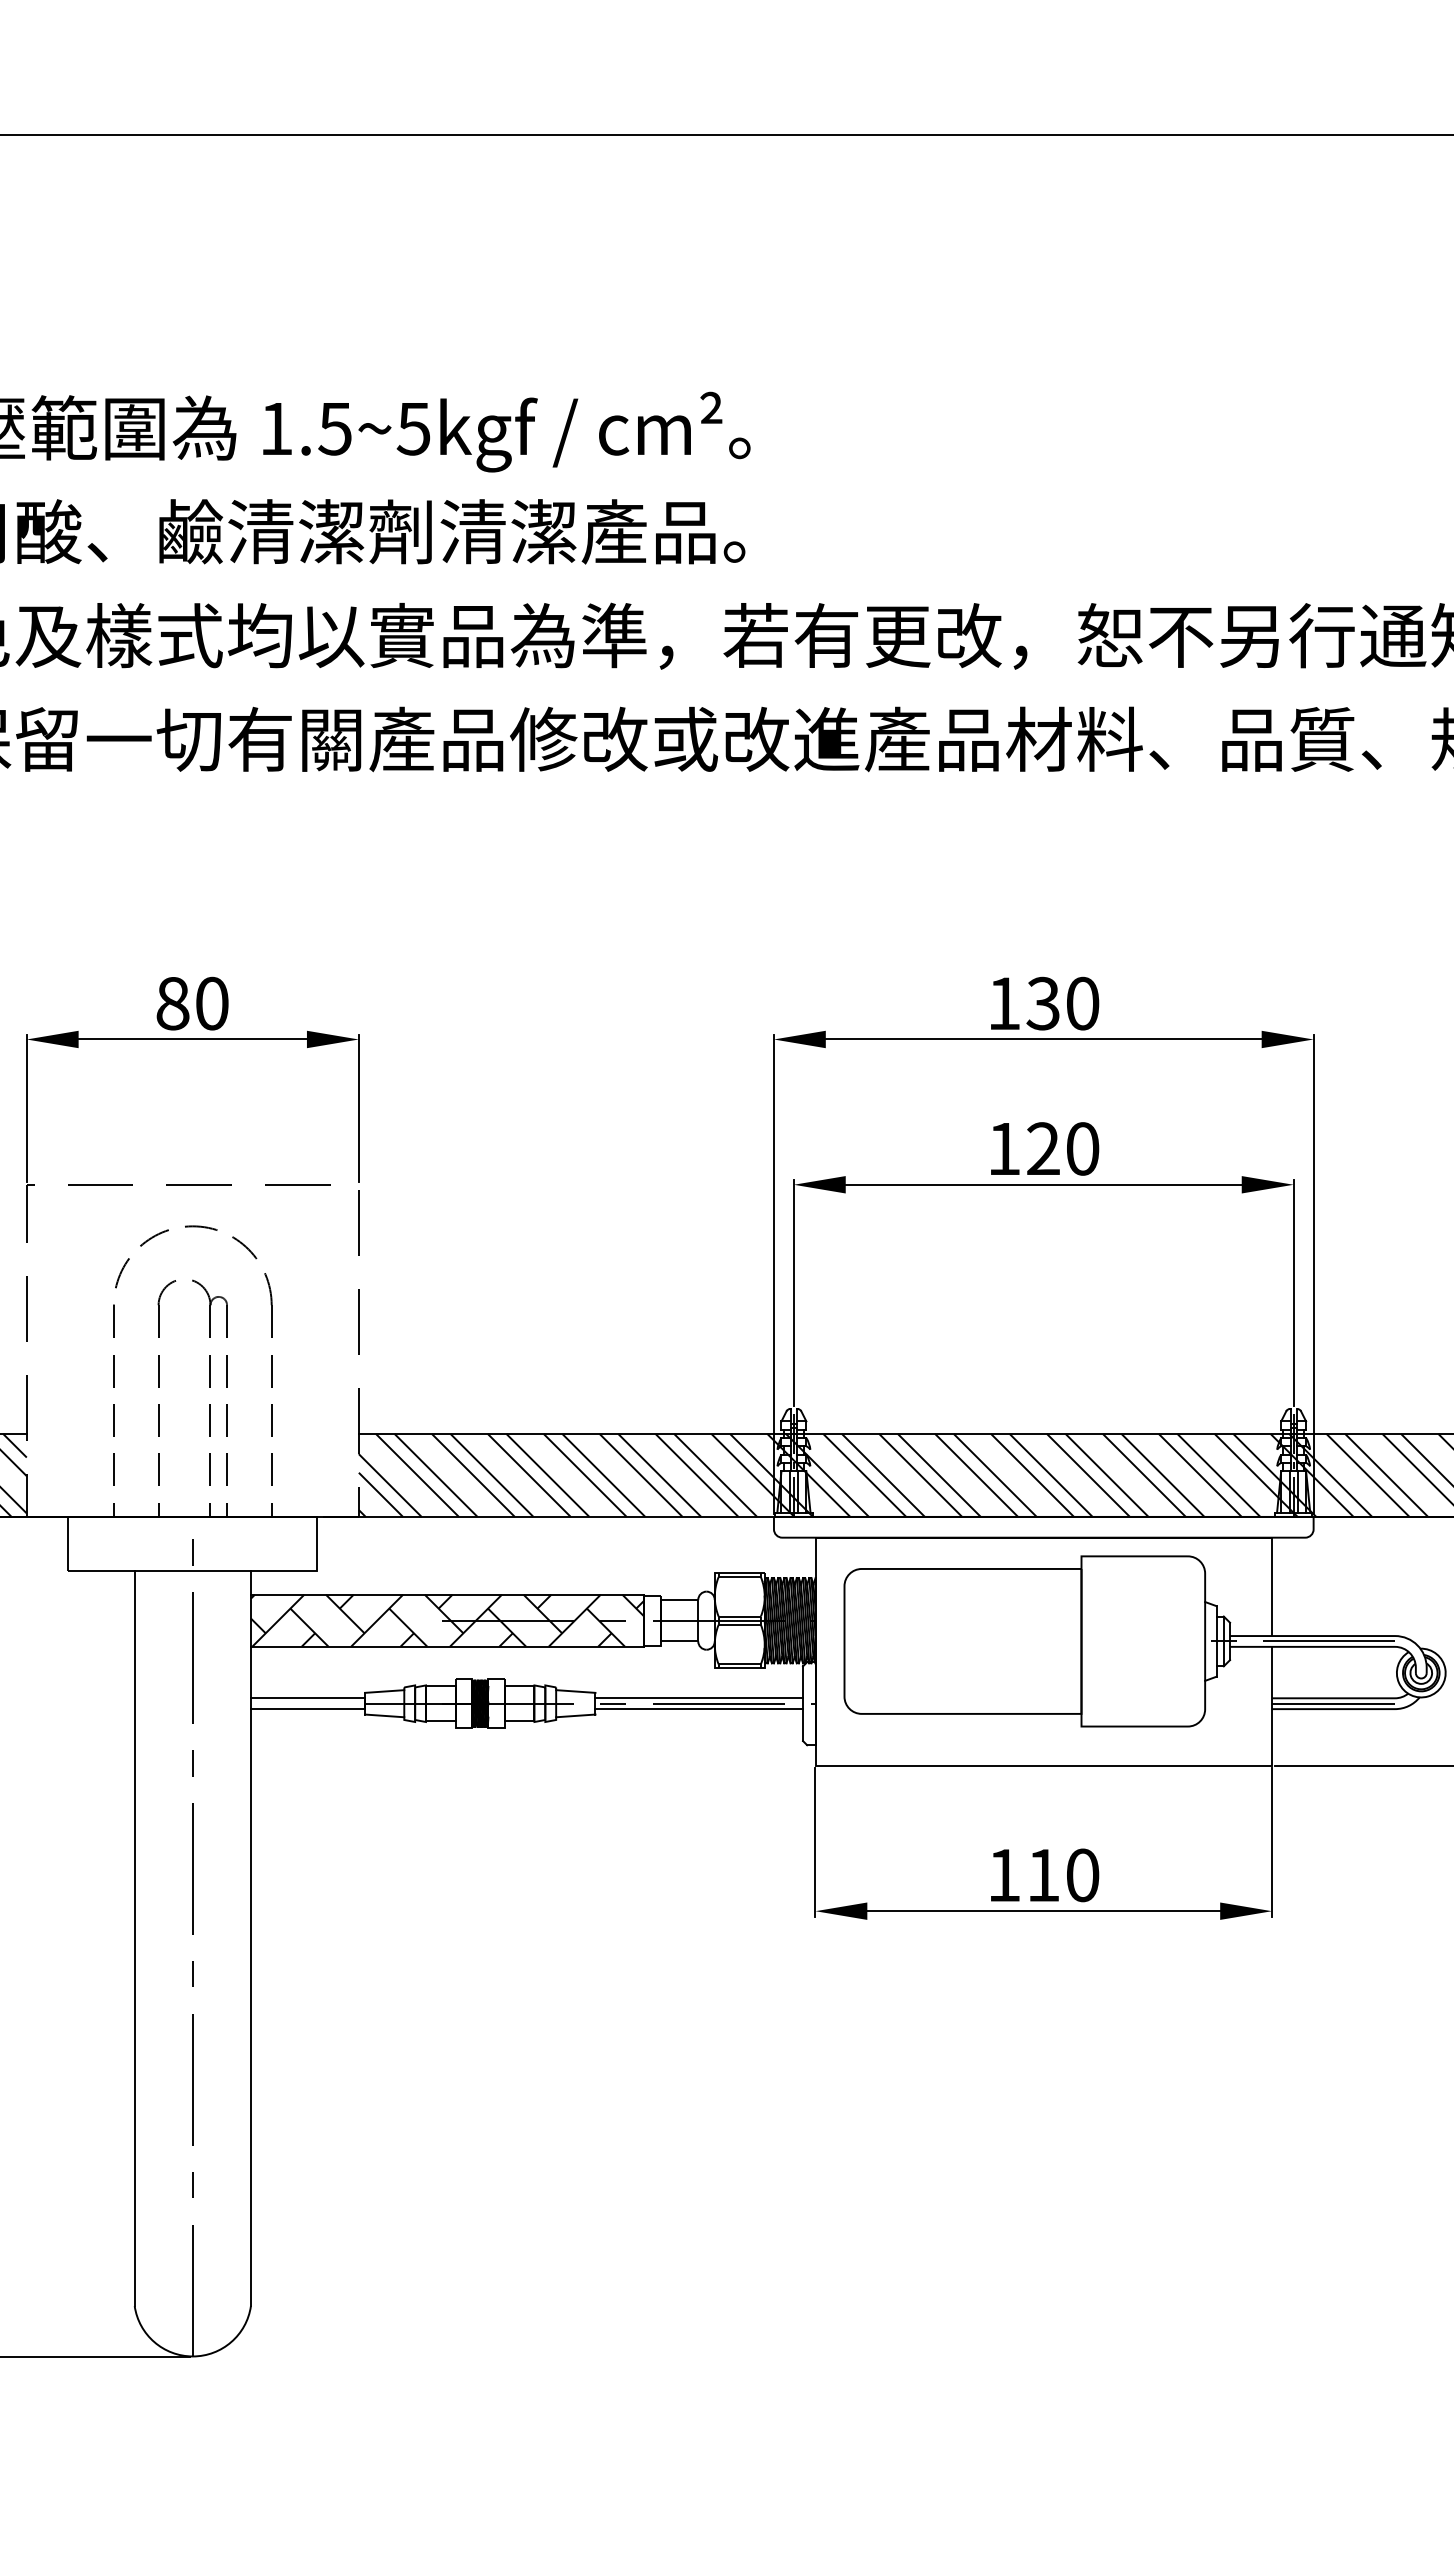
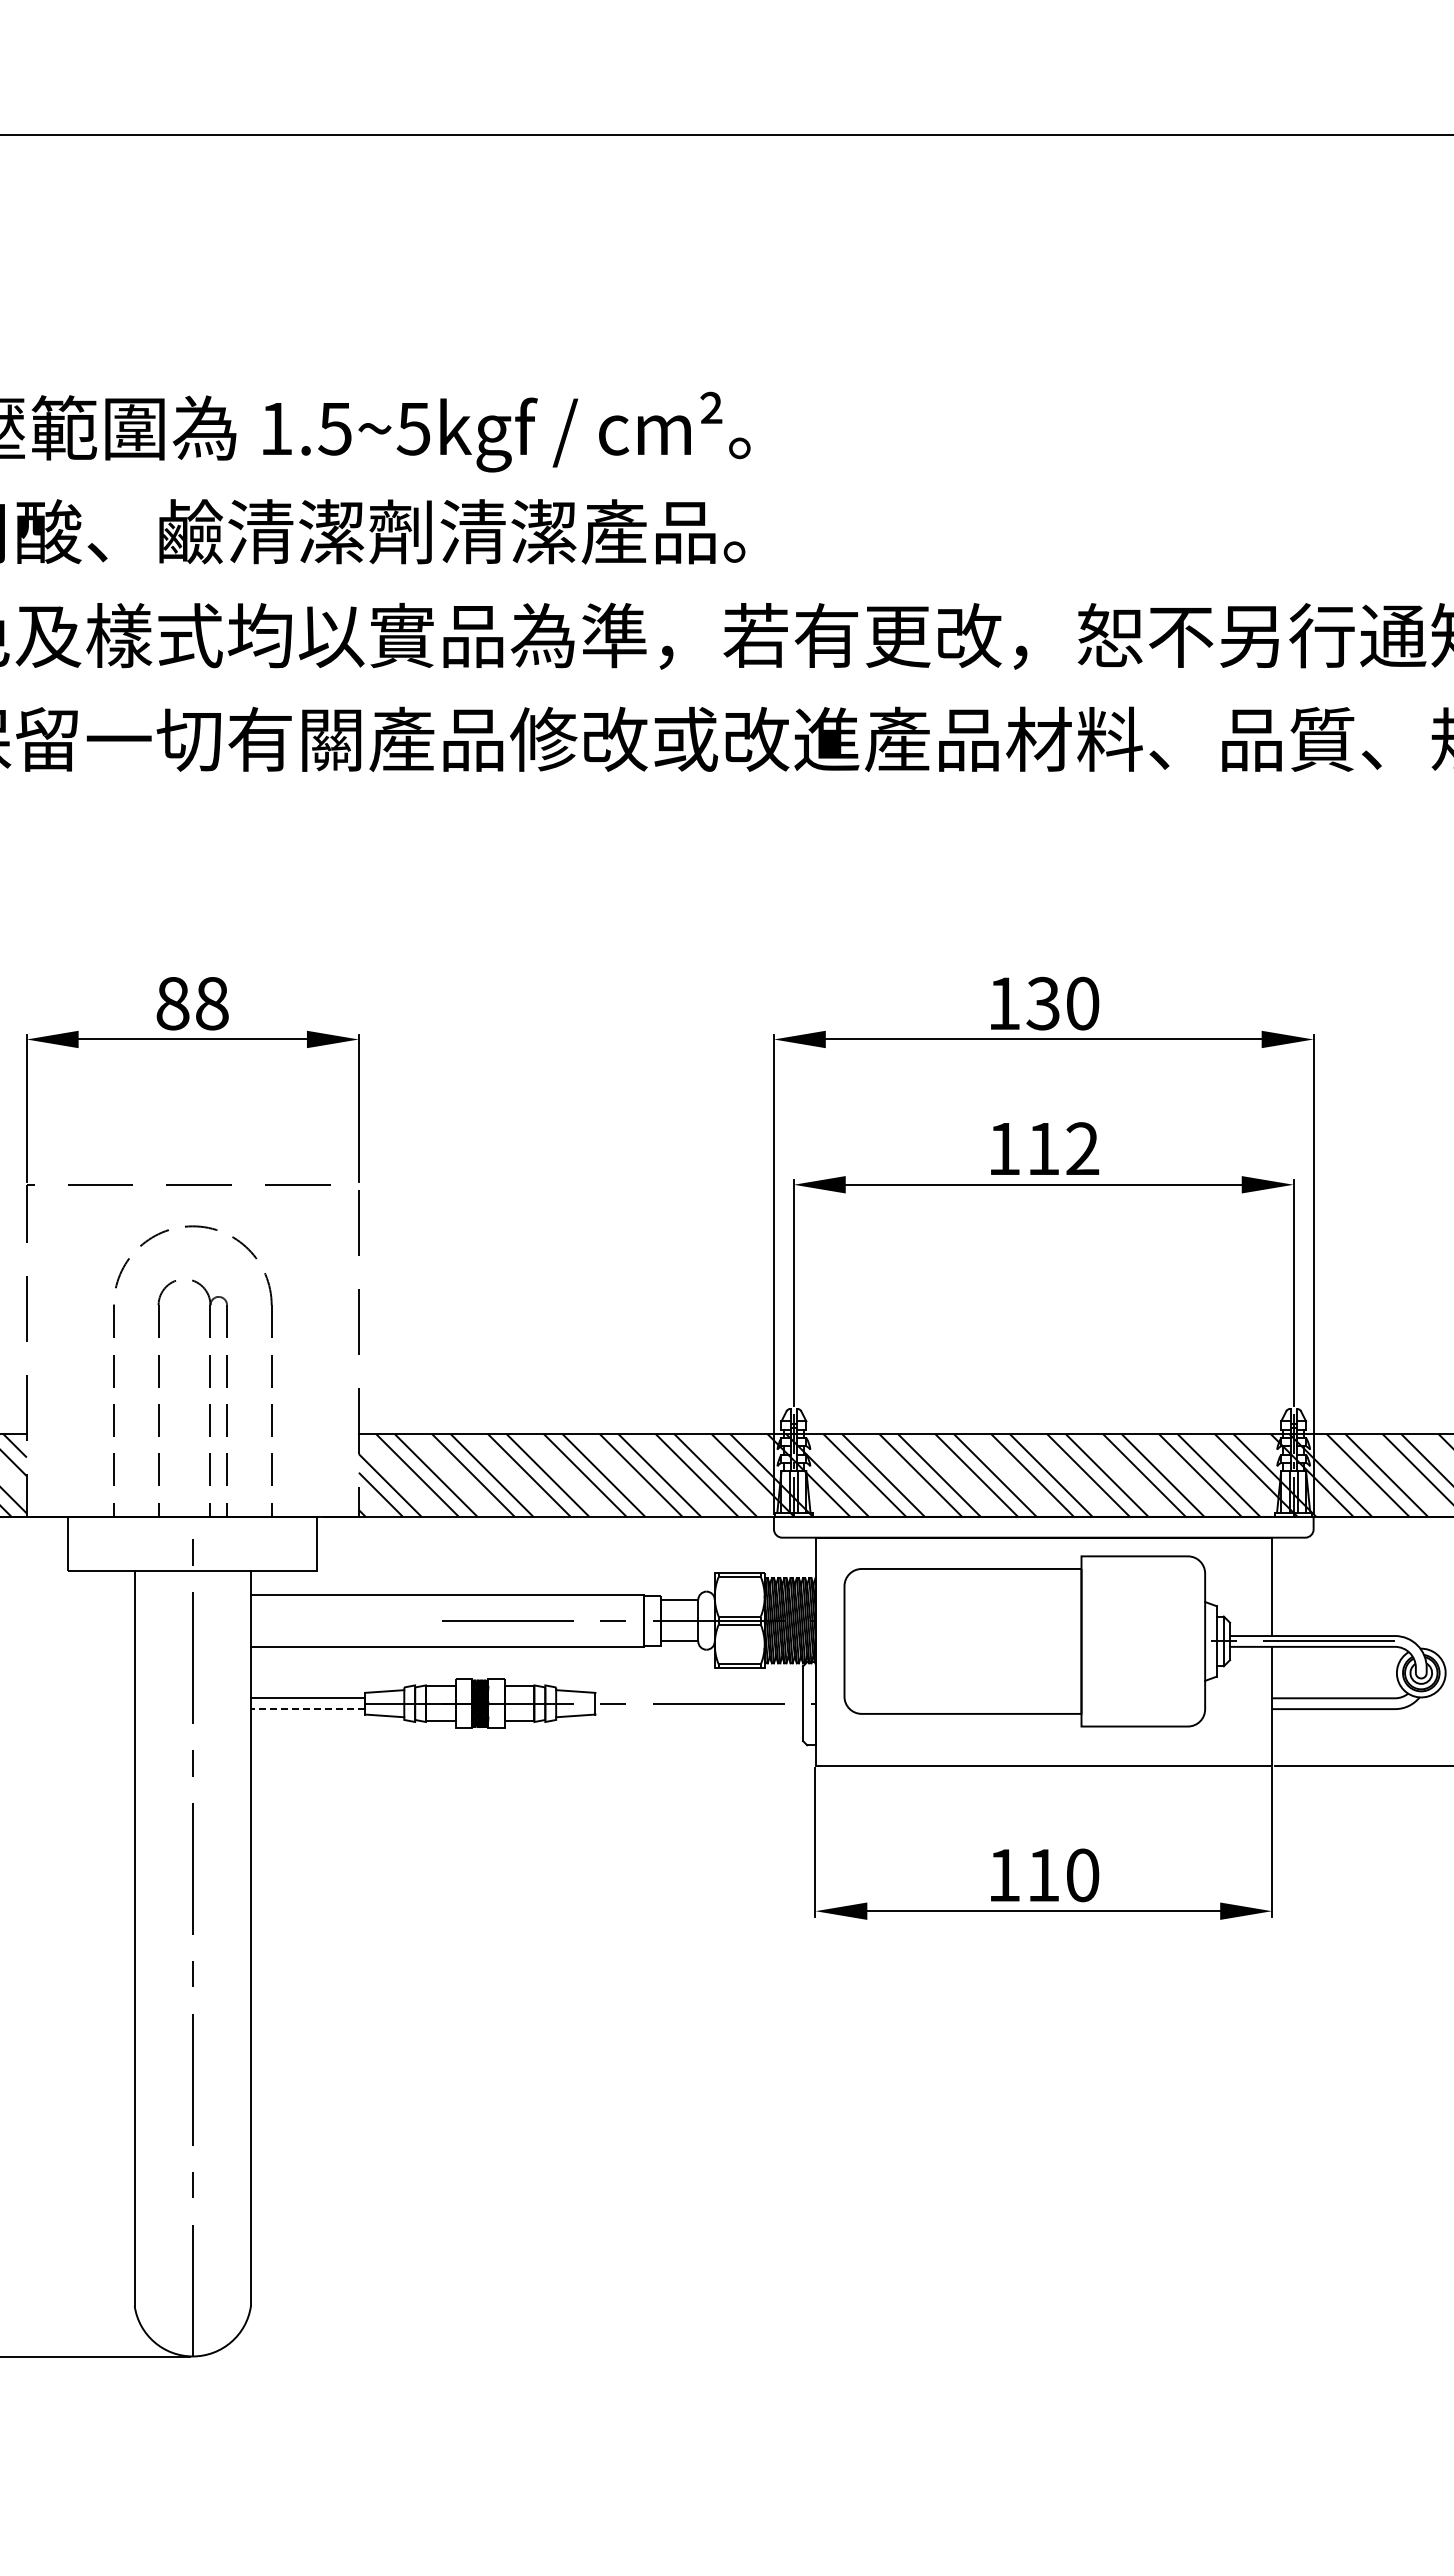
text at (212, 1003): 80 -> 88
text at (1063, 1148): 120 -> 112
hatch at (447, 1620): present -> none
line at (699, 1698): present -> none
line at (1333, 1703): present -> none
line at (307, 1709): solid -> dashed
line at (699, 1709): present -> none
